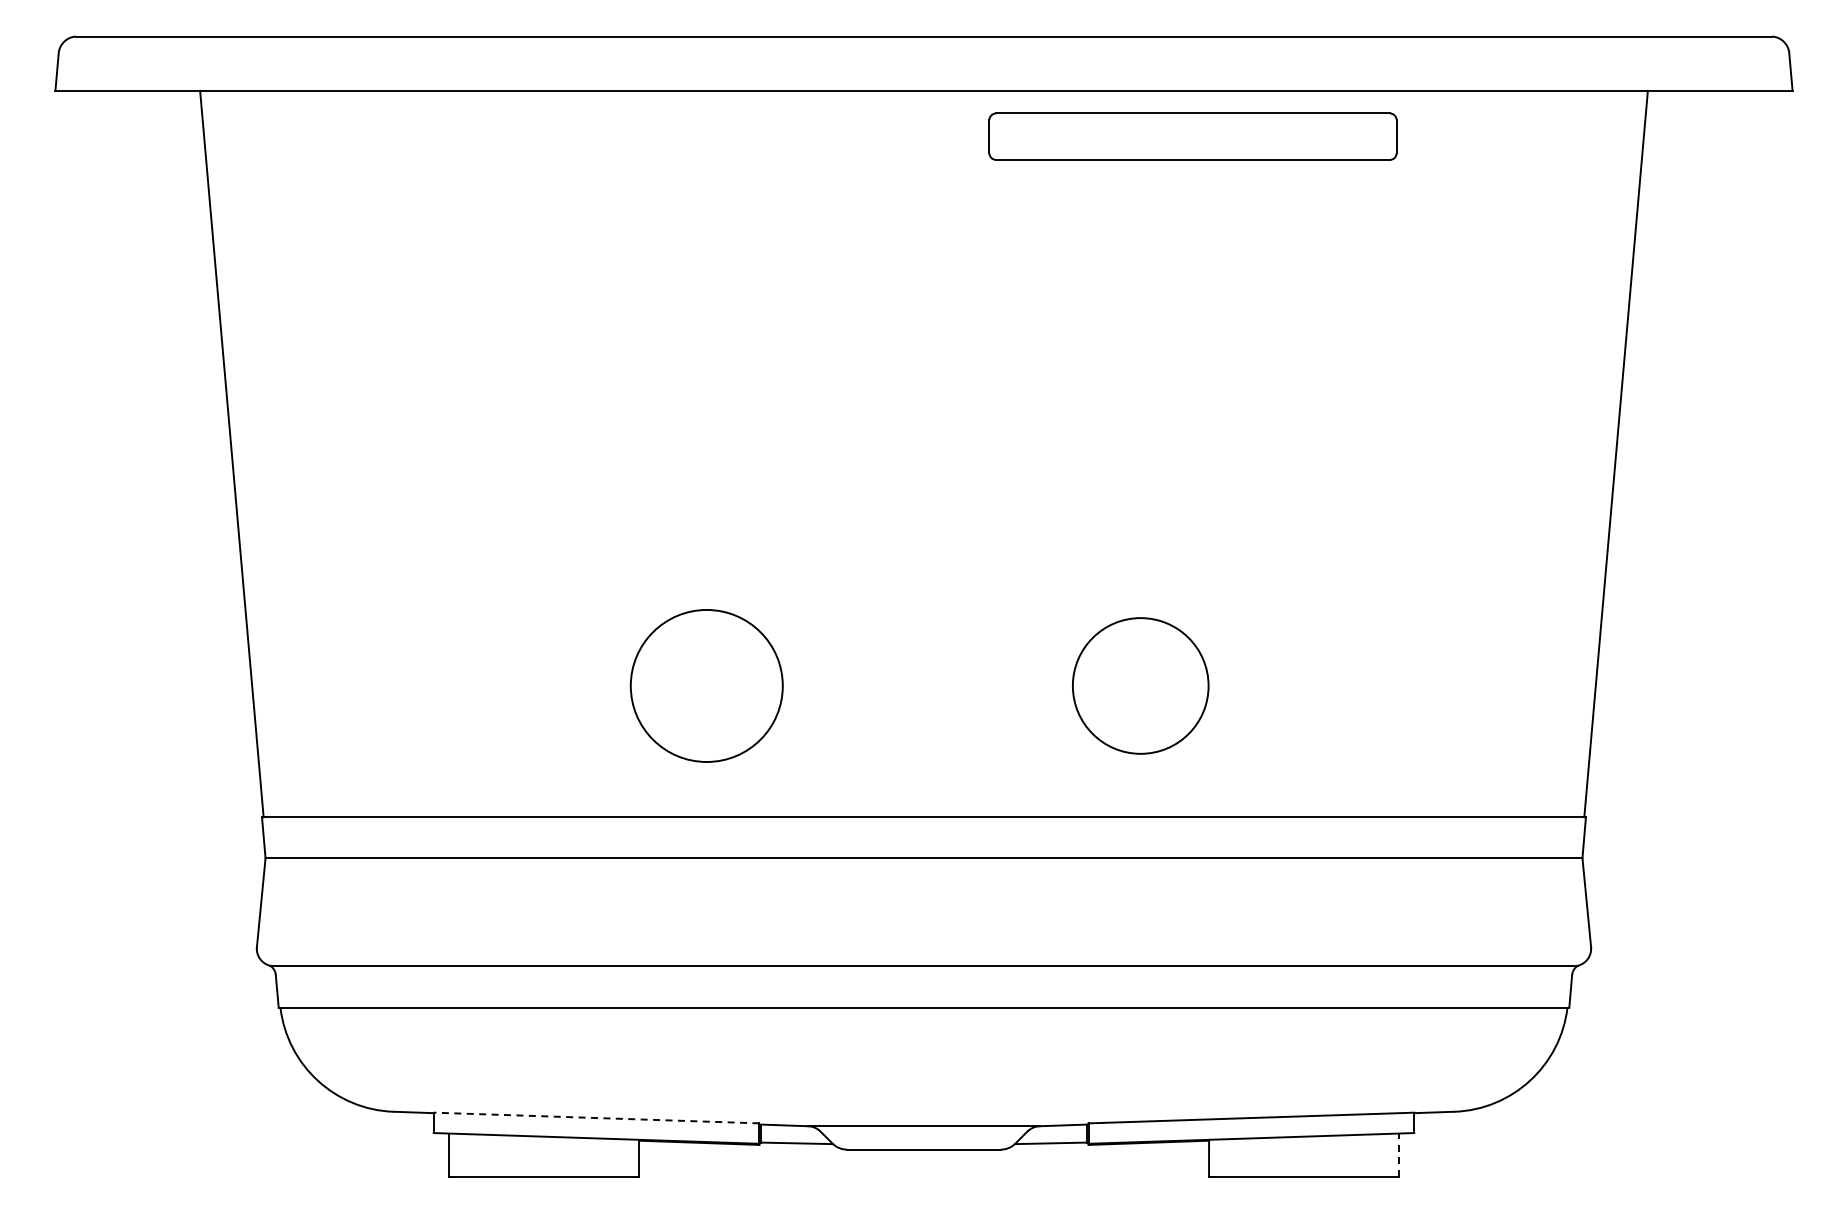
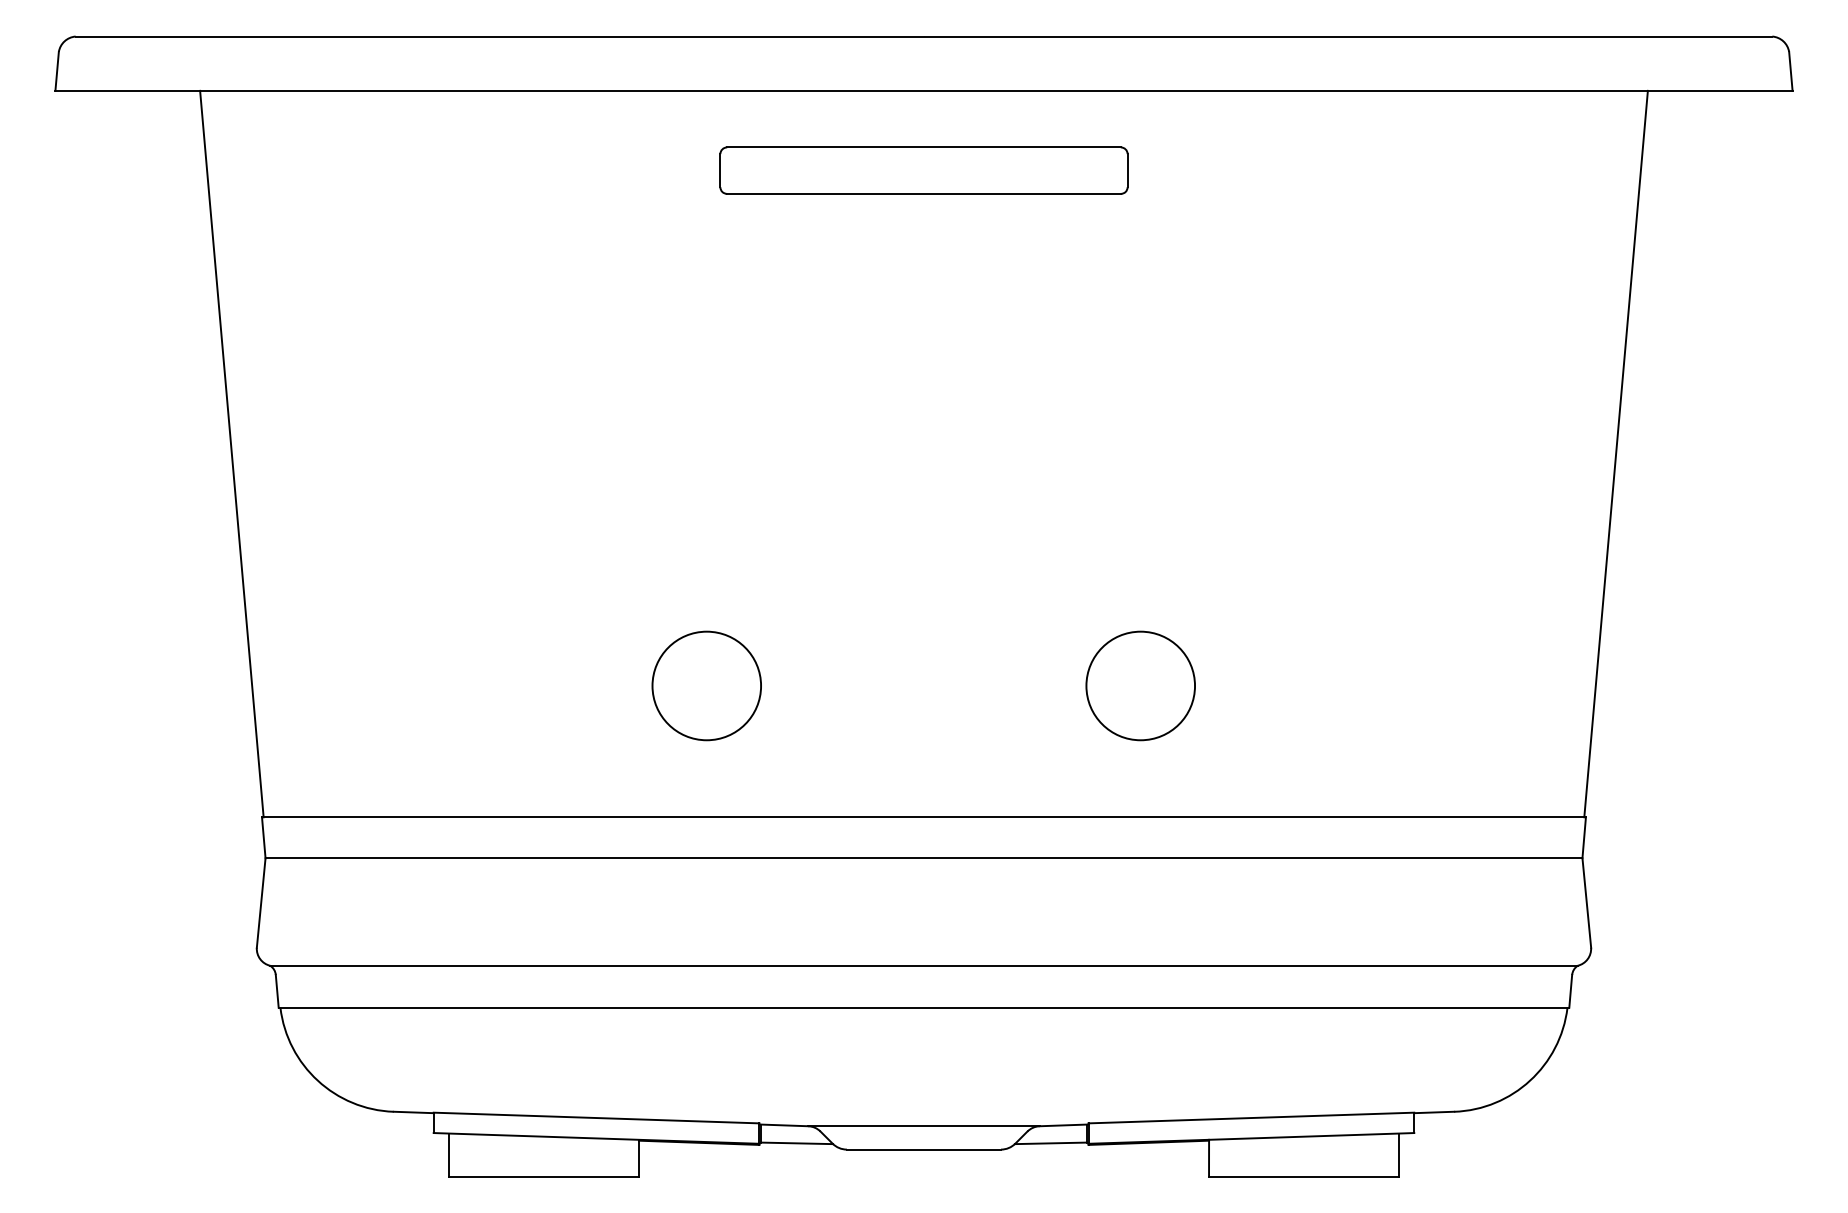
part at (1192, 136) position: (1192, 136) -> (923, 170)
circle at (706, 685) diameter: 152 px -> 109 px
circle at (1140, 685) diameter: 136 px -> 109 px
line at (596, 1118): dashed -> solid
line at (1399, 1155): dashed -> solid
